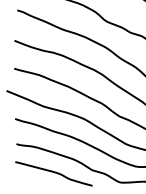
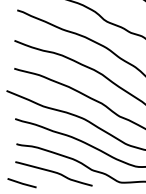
line at (21, 183): none -> present
